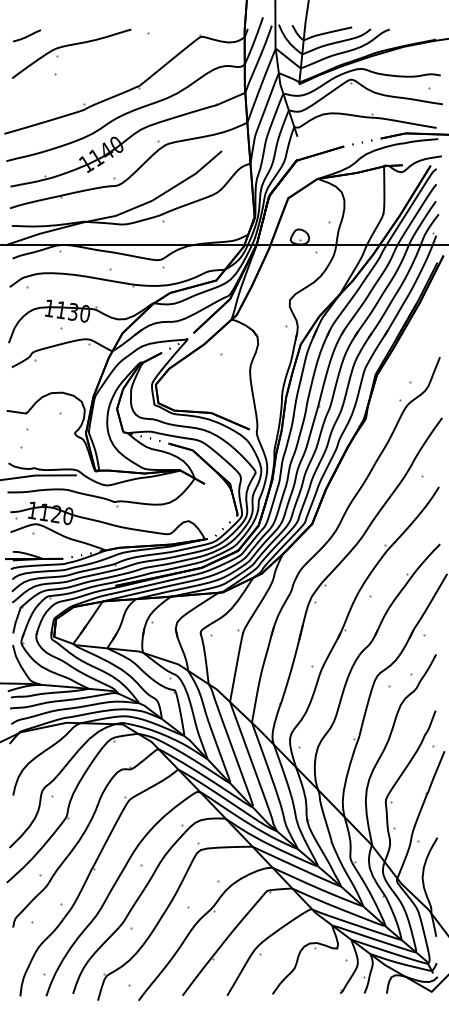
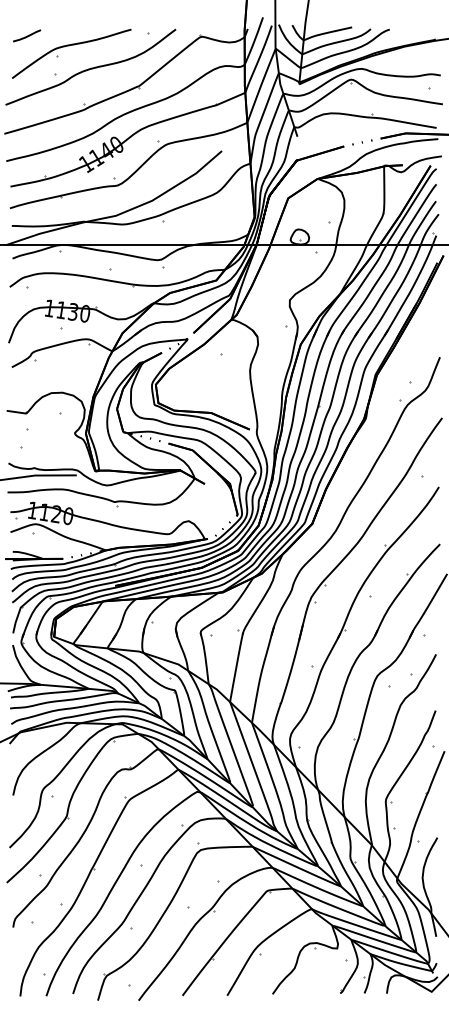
curve at (91, 67): none -> present
